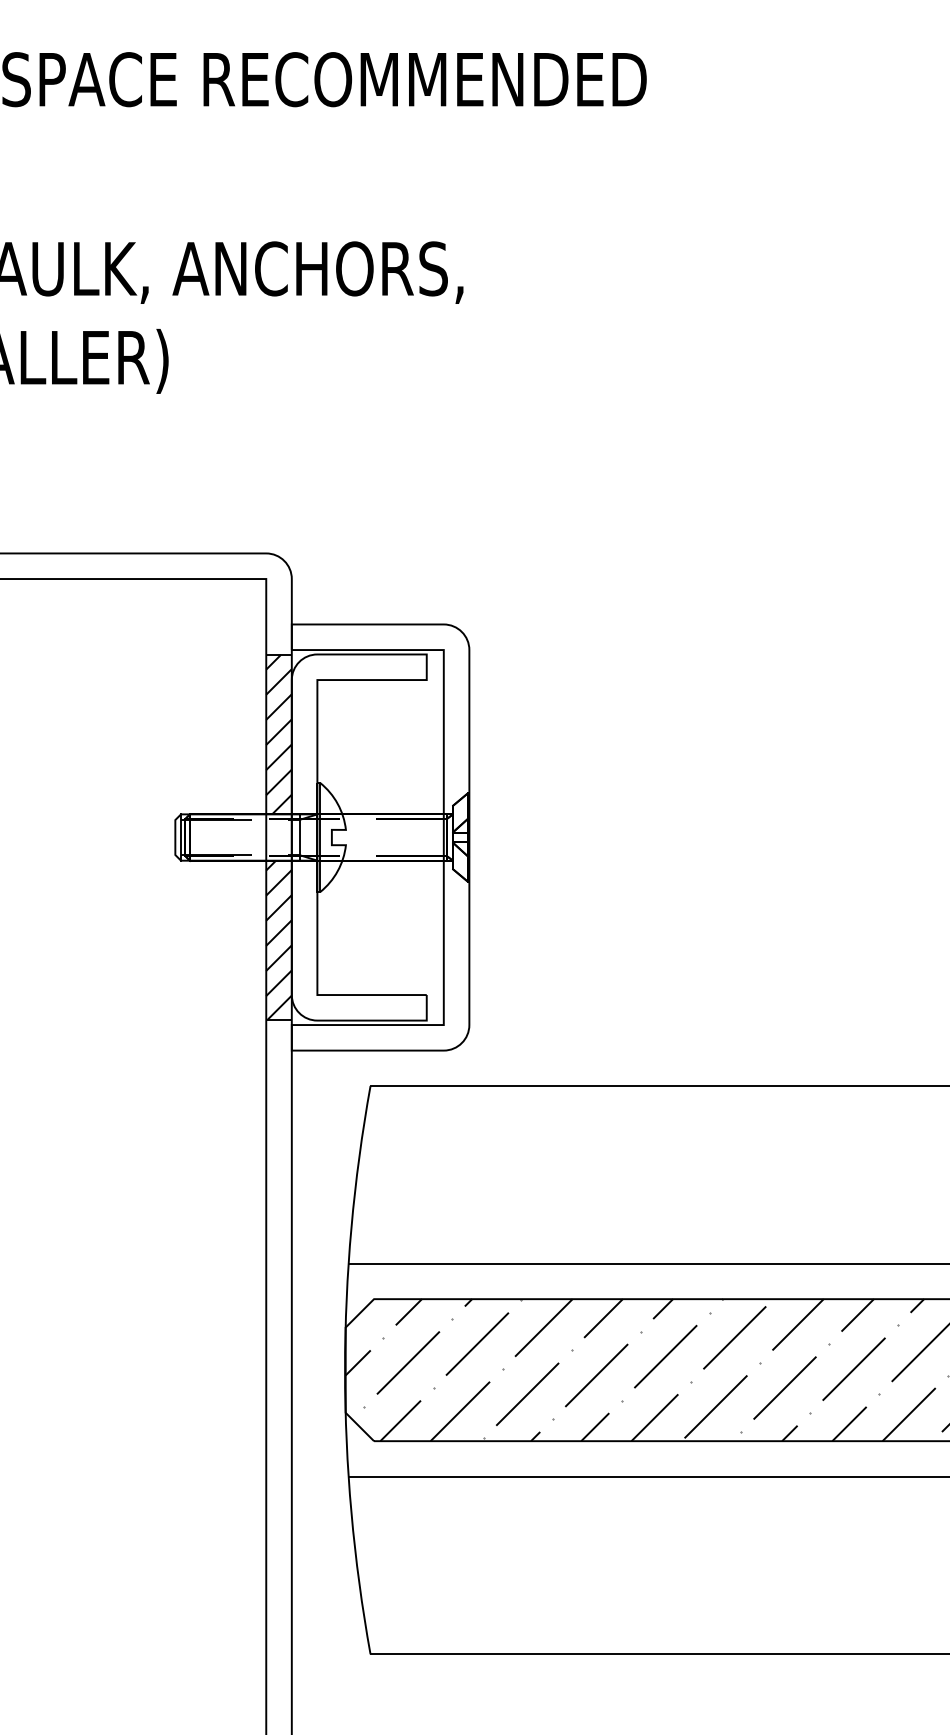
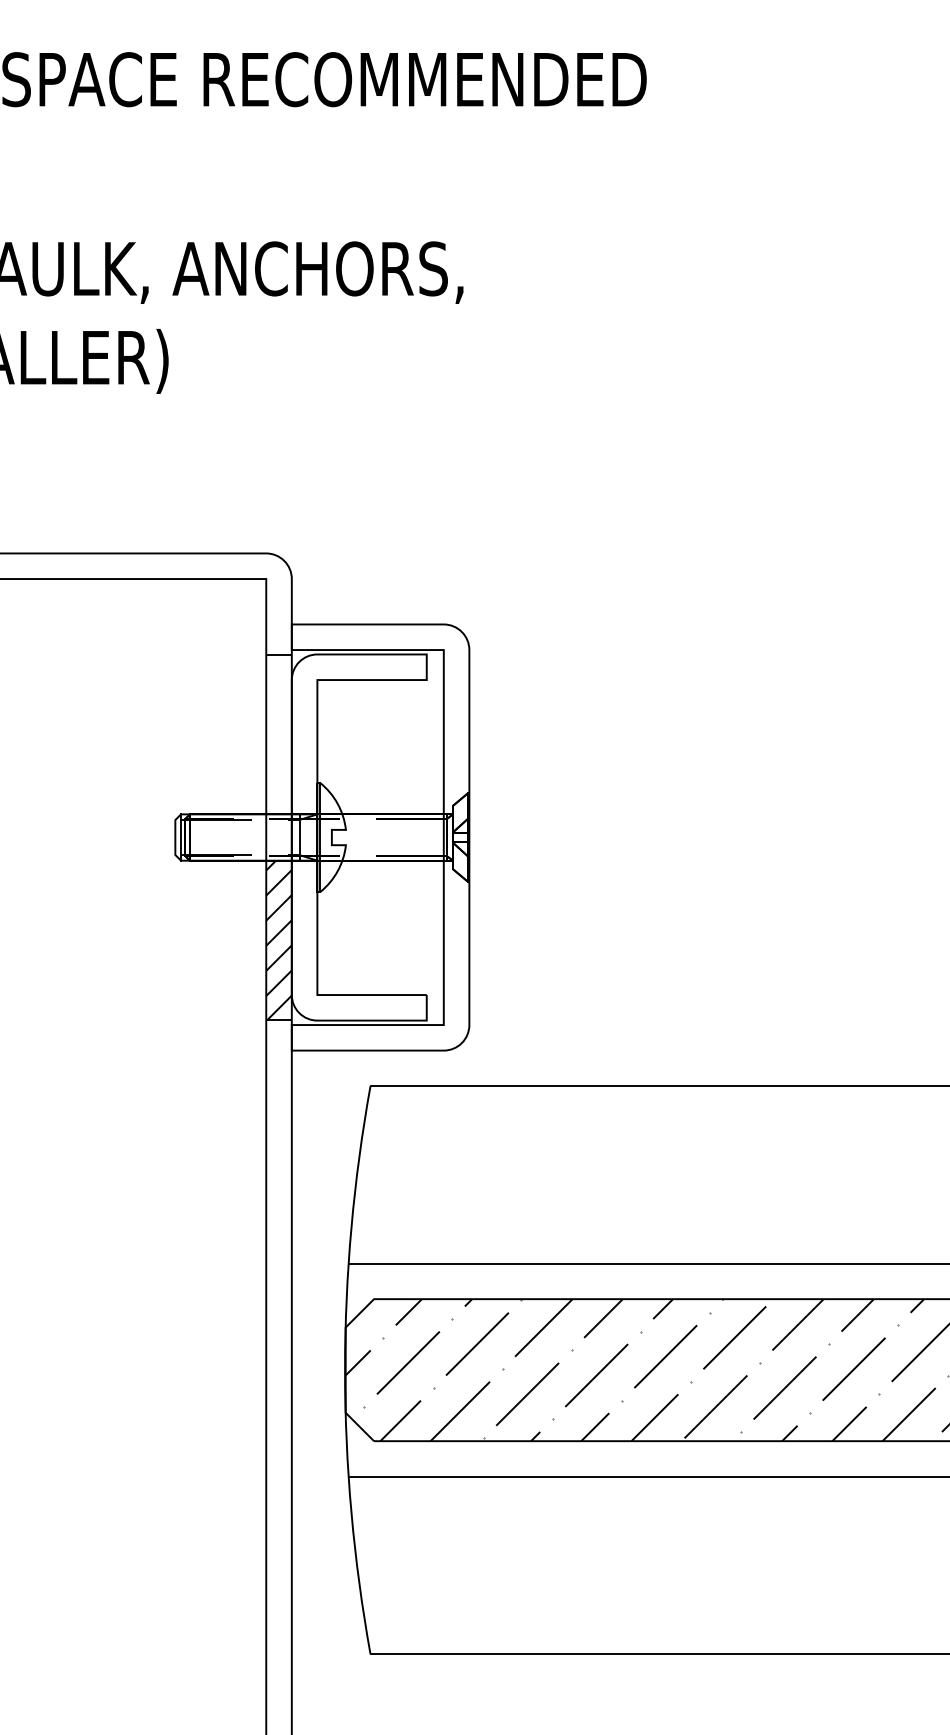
hatch at (278, 734): present -> none
